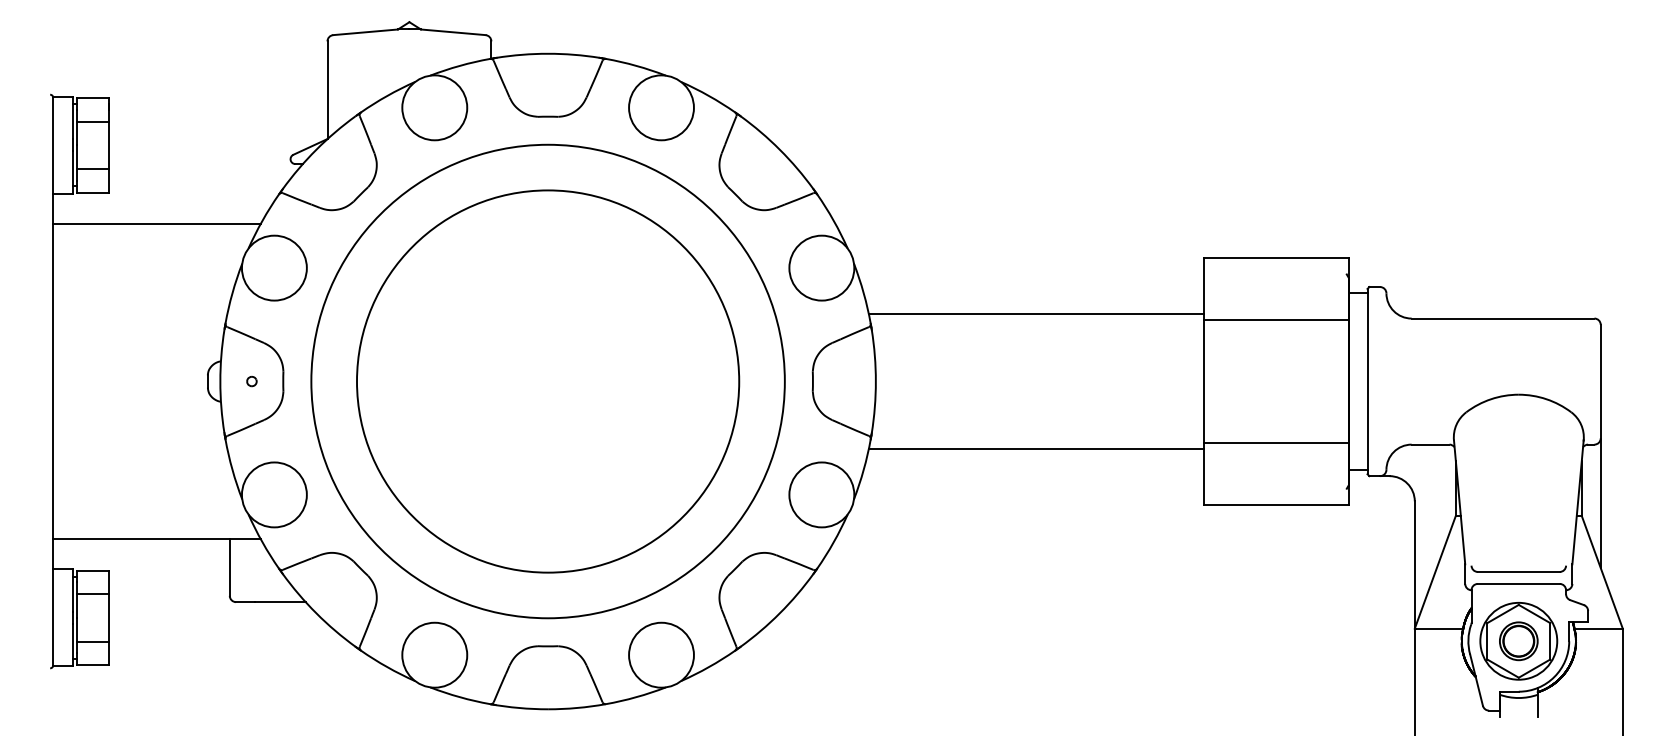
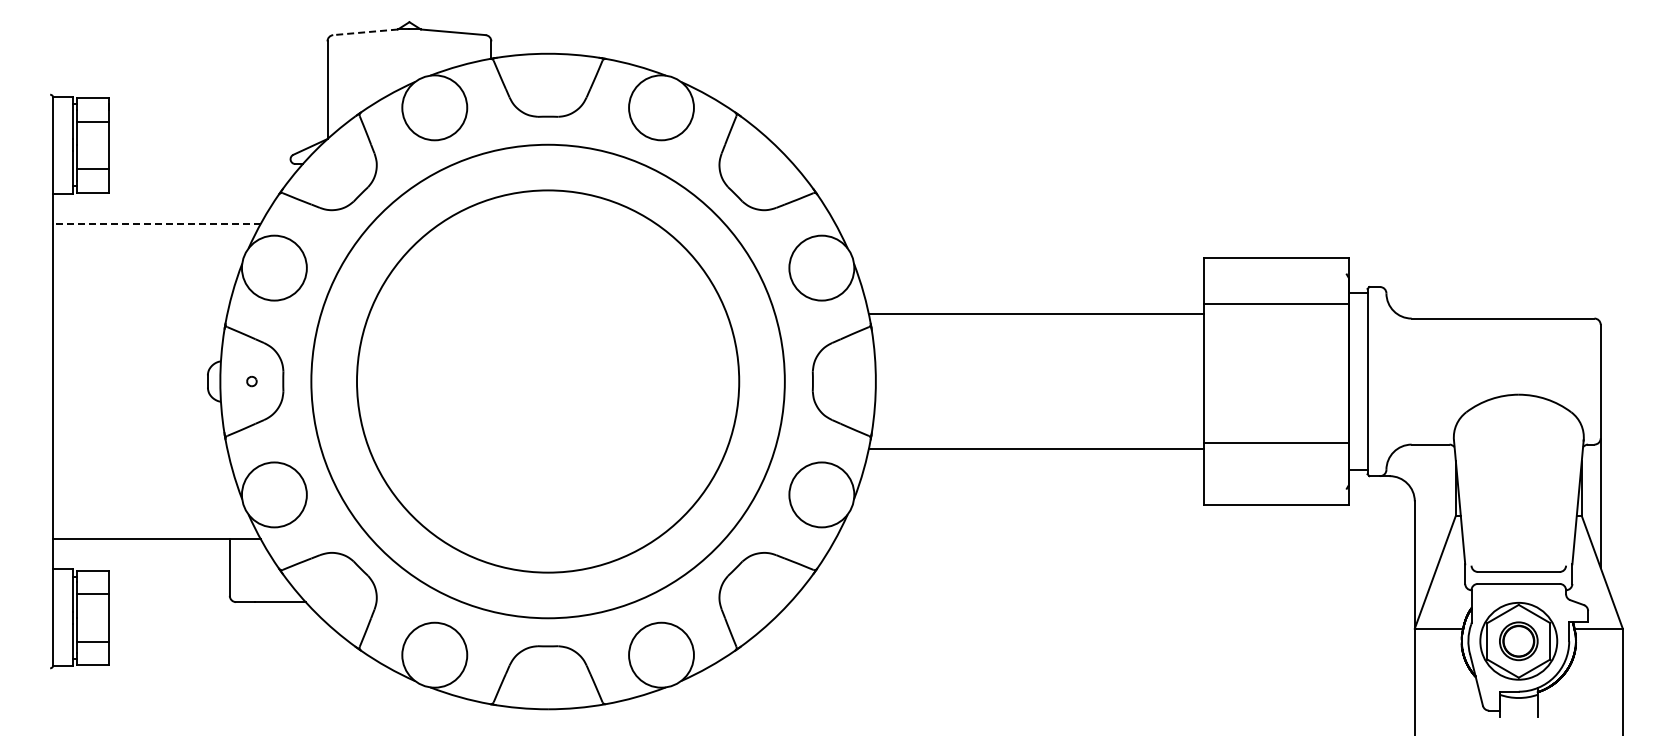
line at (365, 32): solid -> dashed
line at (157, 223): solid -> dashed
line at (1275, 319) position: (1275, 319) -> (1275, 303)
